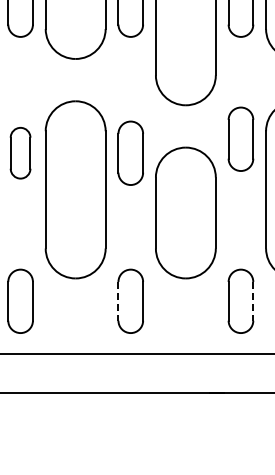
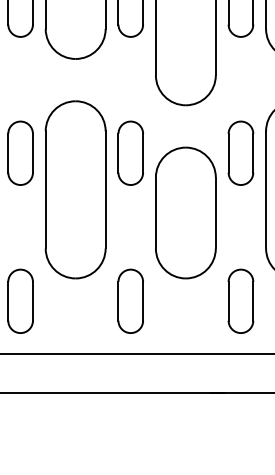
part at (240, 138) position: (240, 138) -> (240, 152)
part at (20, 153) size: 23x53 px -> 27x66 px
line at (118, 301): dashed -> solid
line at (253, 301): dashed -> solid
